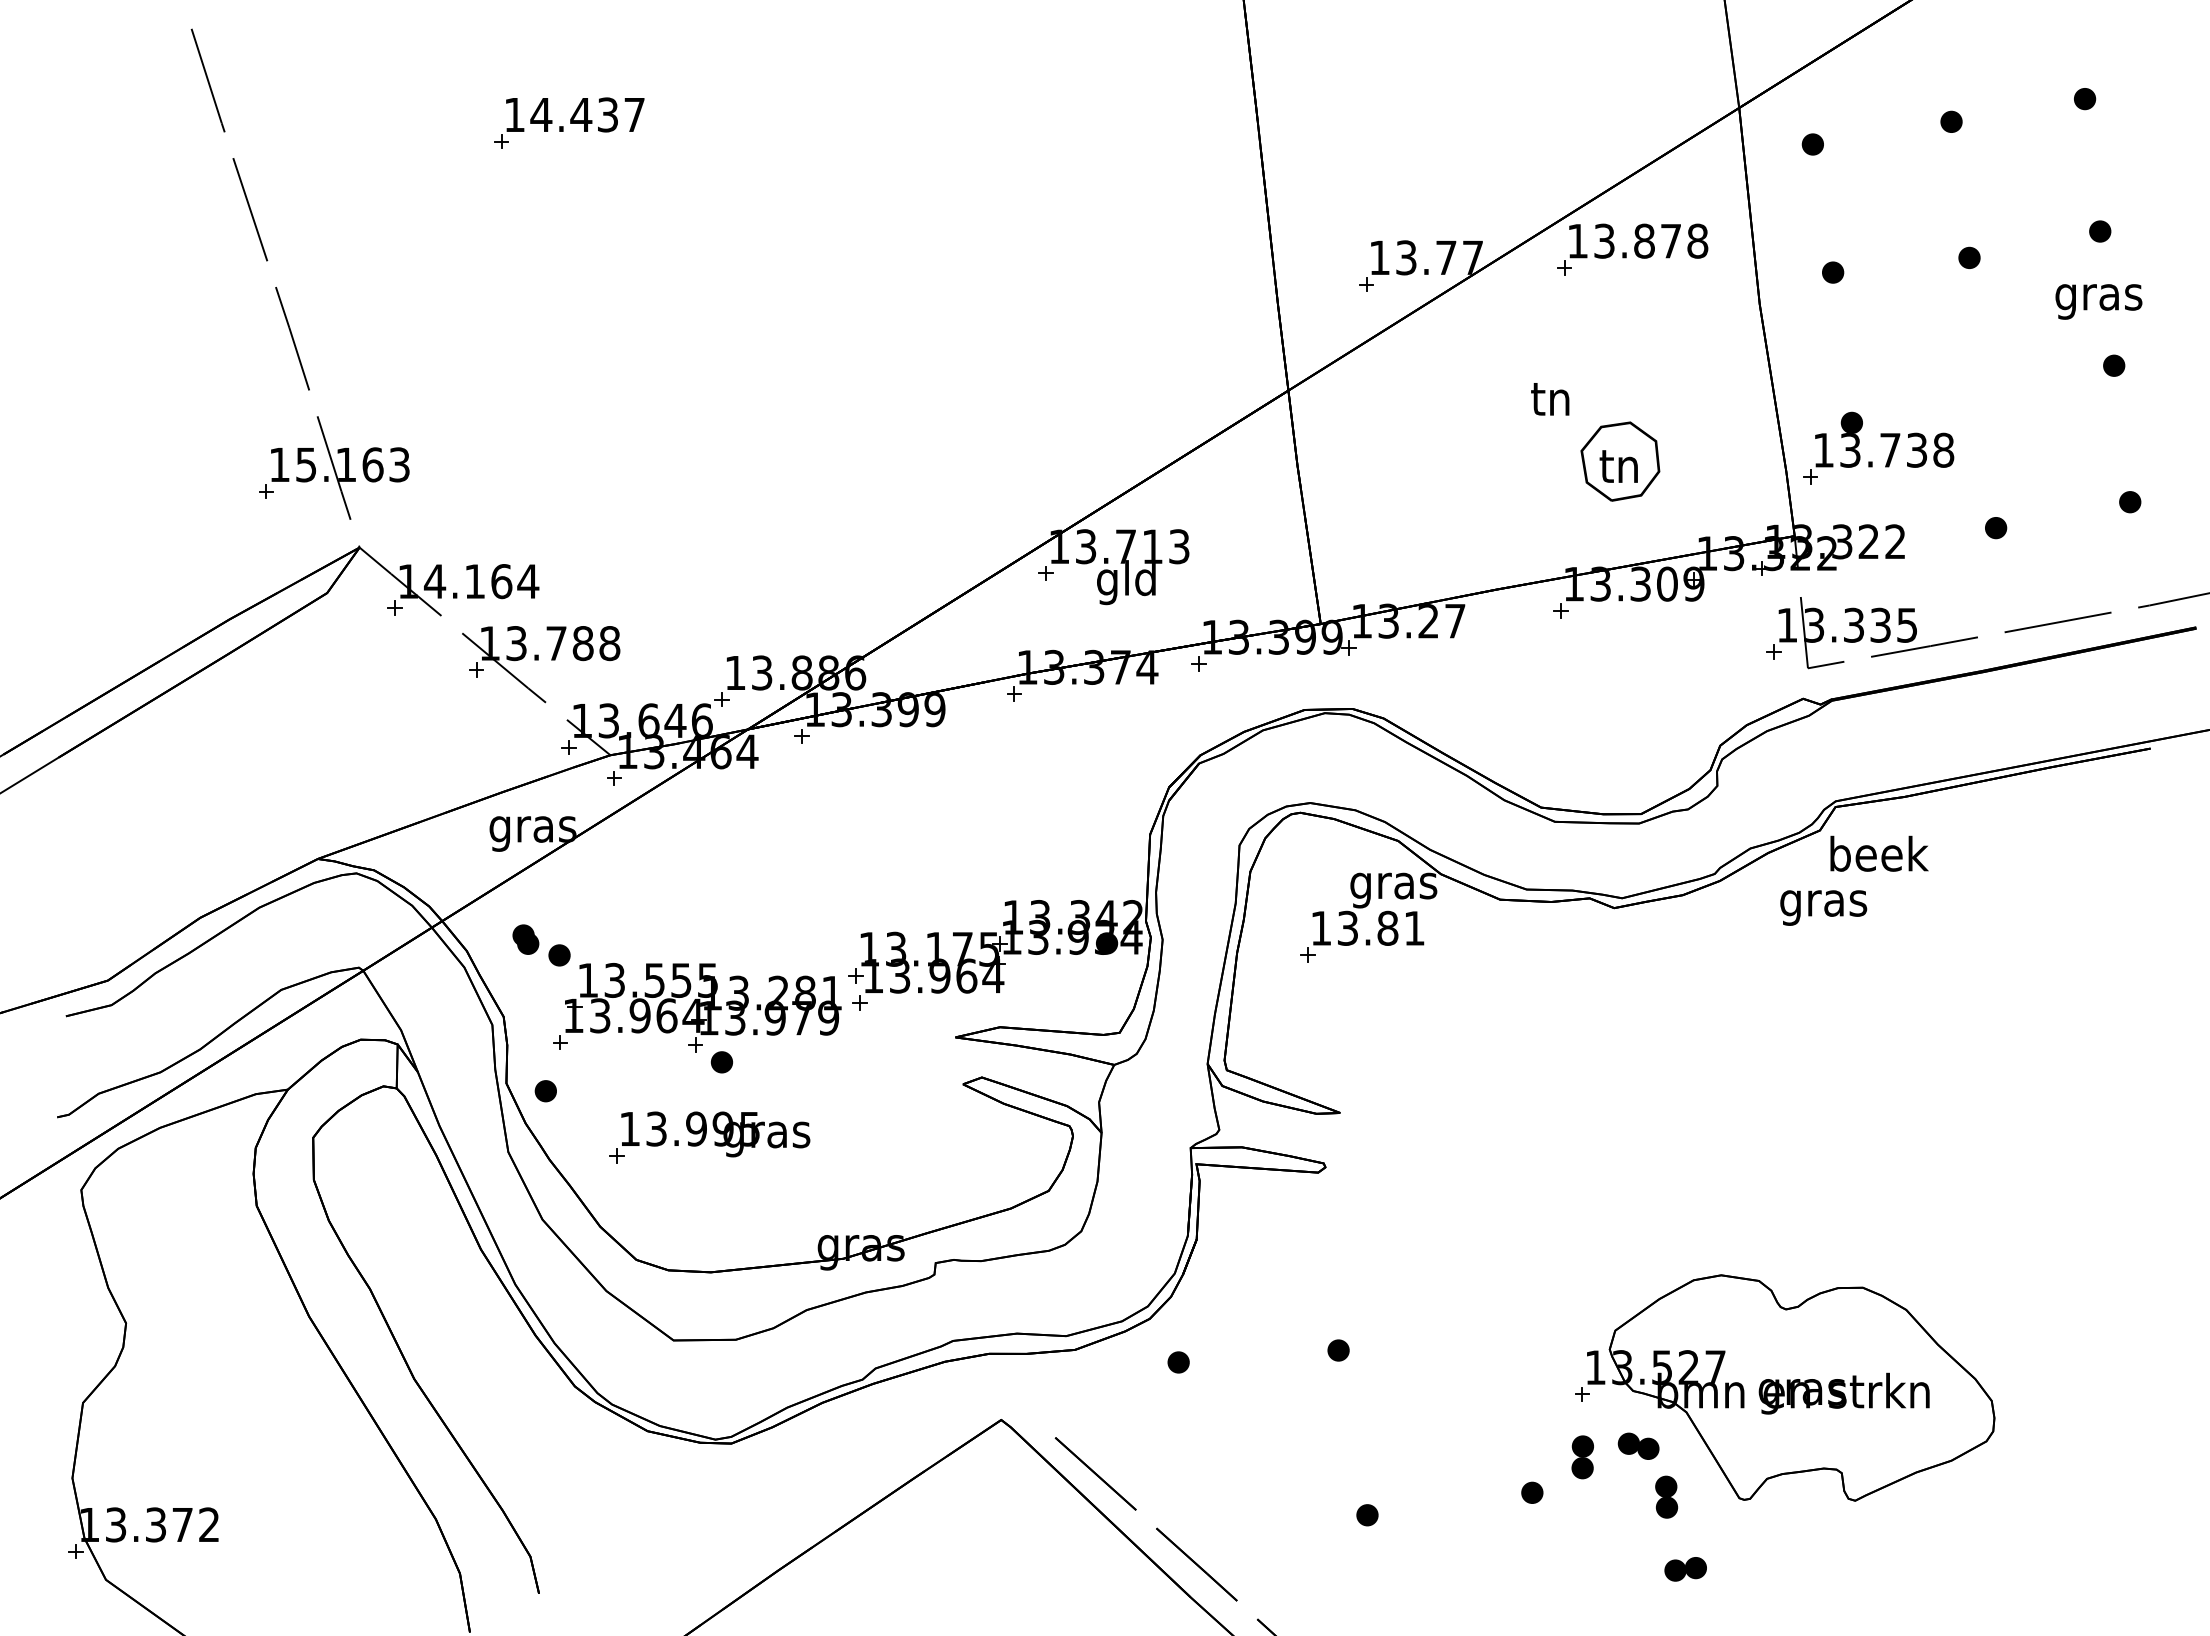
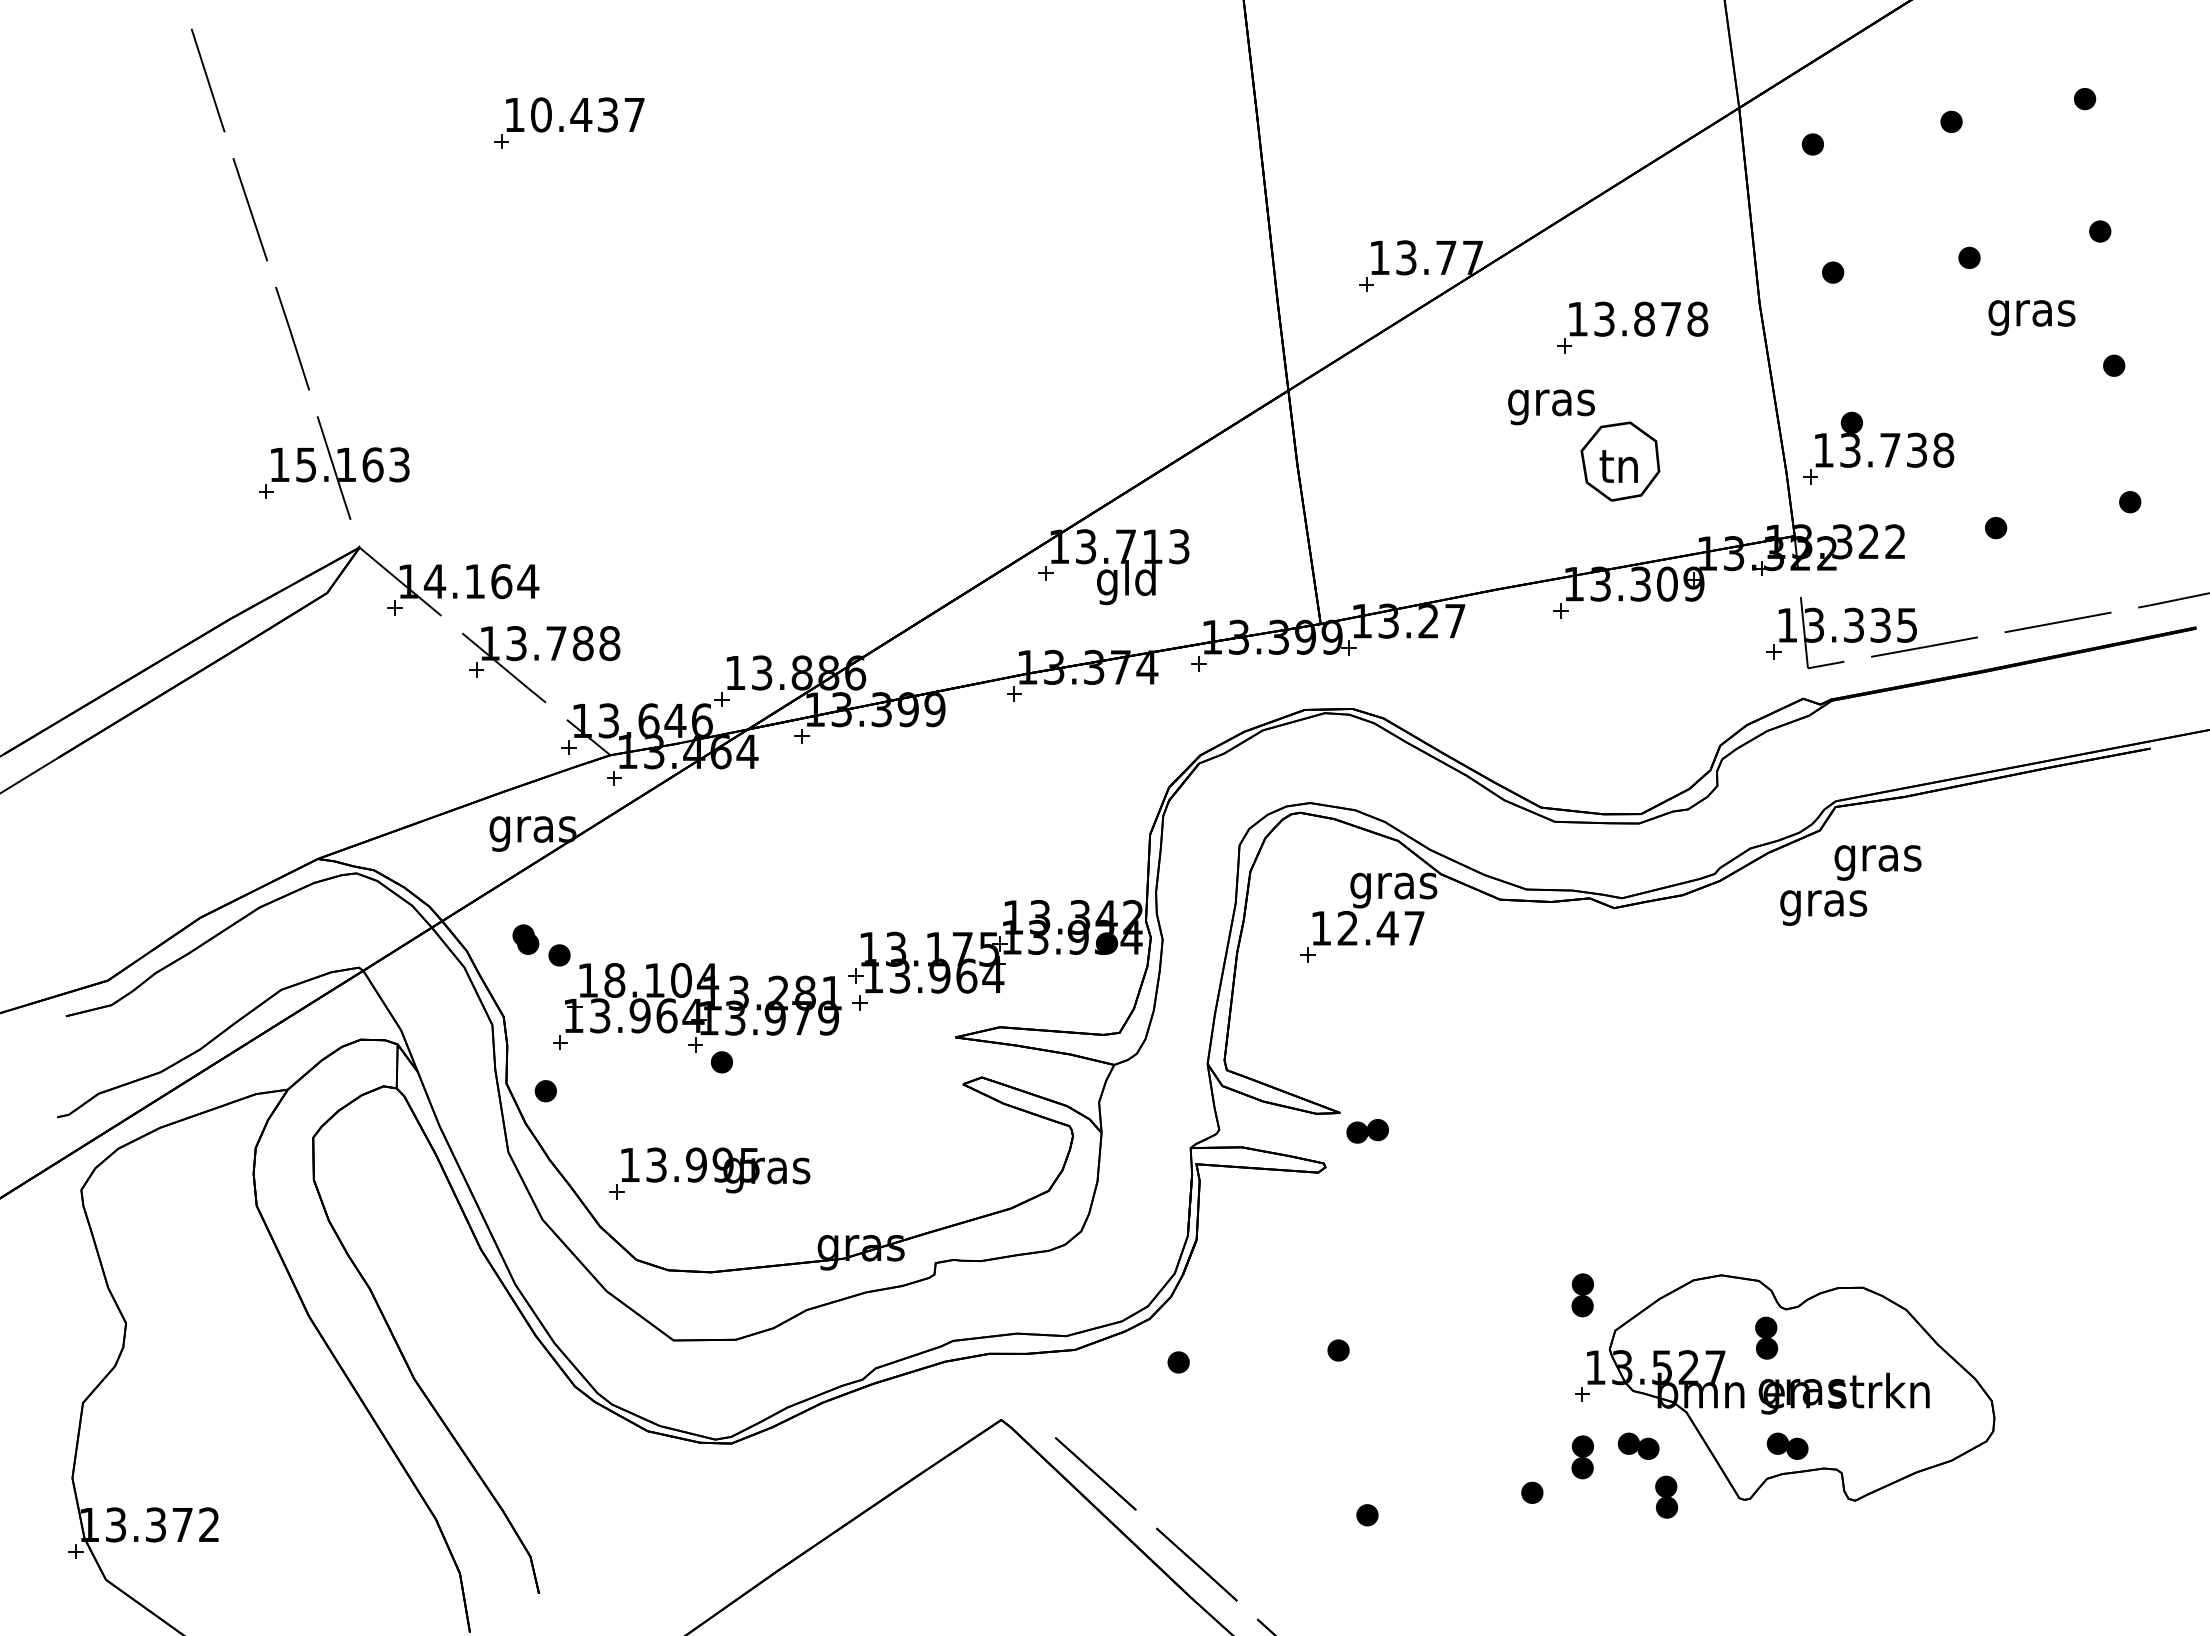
text at (541, 114): 14.437 -> 10.437
part at (1632, 249) position: (1632, 249) -> (1632, 327)
text at (2098, 301) position: (2098, 301) -> (2031, 317)
text at (1551, 404): tn -> gras
text at (1879, 857): beek -> gras
text at (1380, 927): 13.81 -> 12.47
text at (661, 979): 13.555 -> 18.104
part at (709, 1137) position: (709, 1137) -> (709, 1173)
part at (1582, 1295): none -> present
part at (1766, 1337): none -> present
part at (1787, 1445): none -> present
part at (1685, 1569) position: (1685, 1569) -> (1367, 1131)
